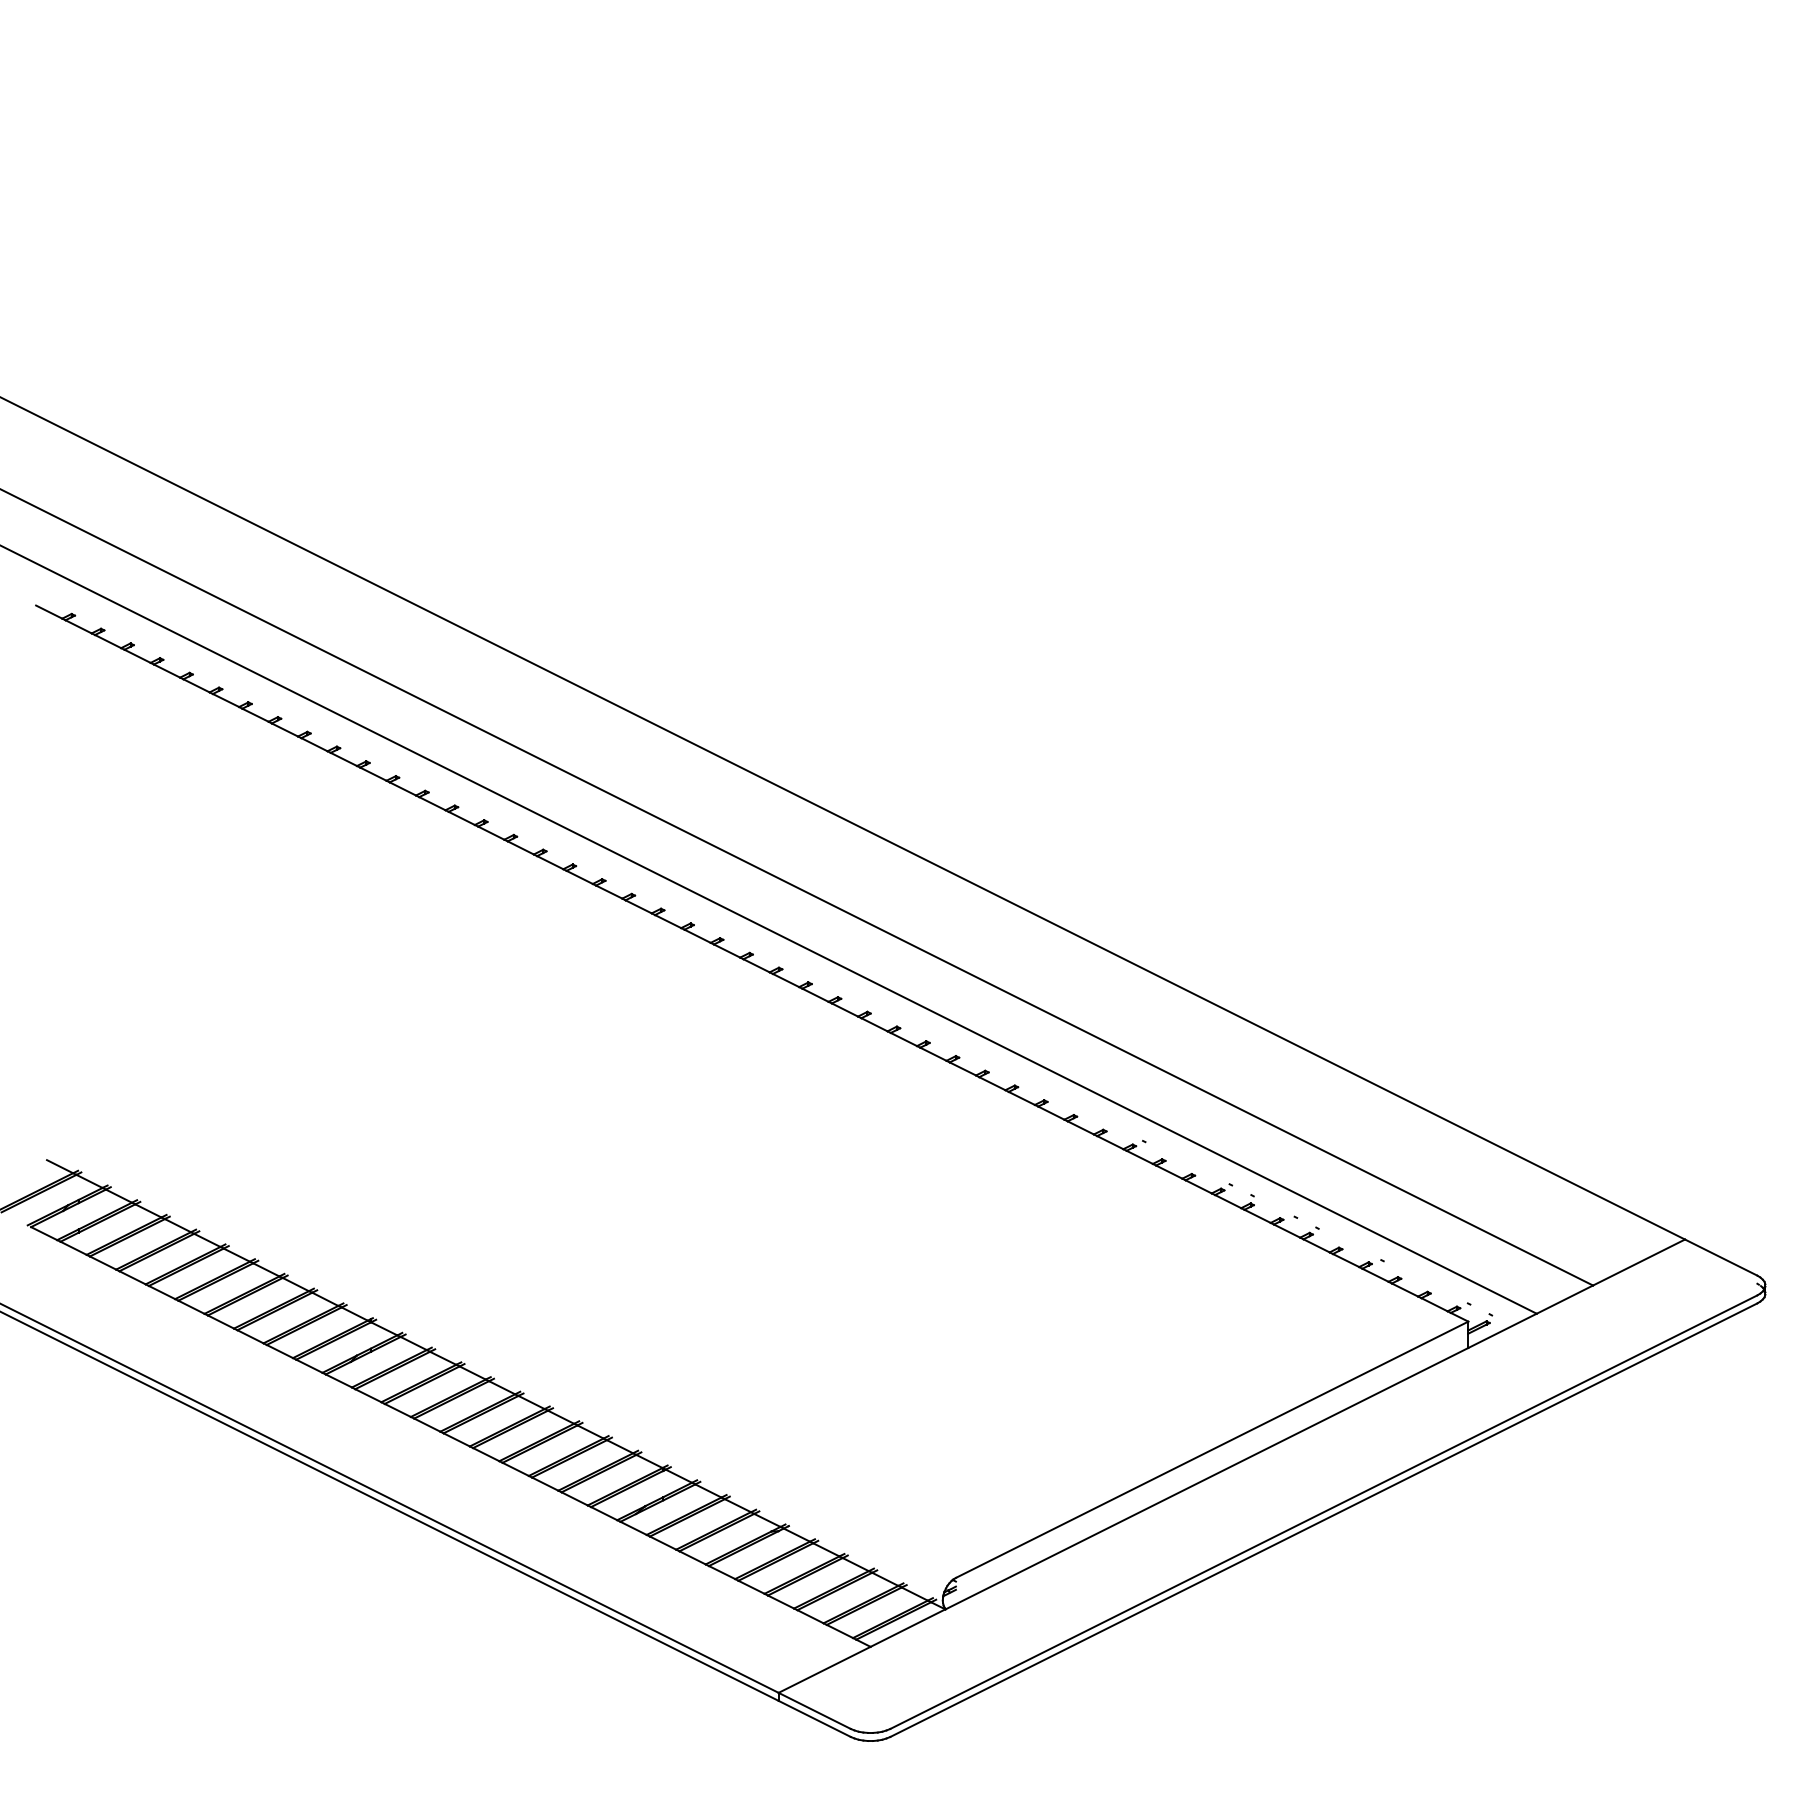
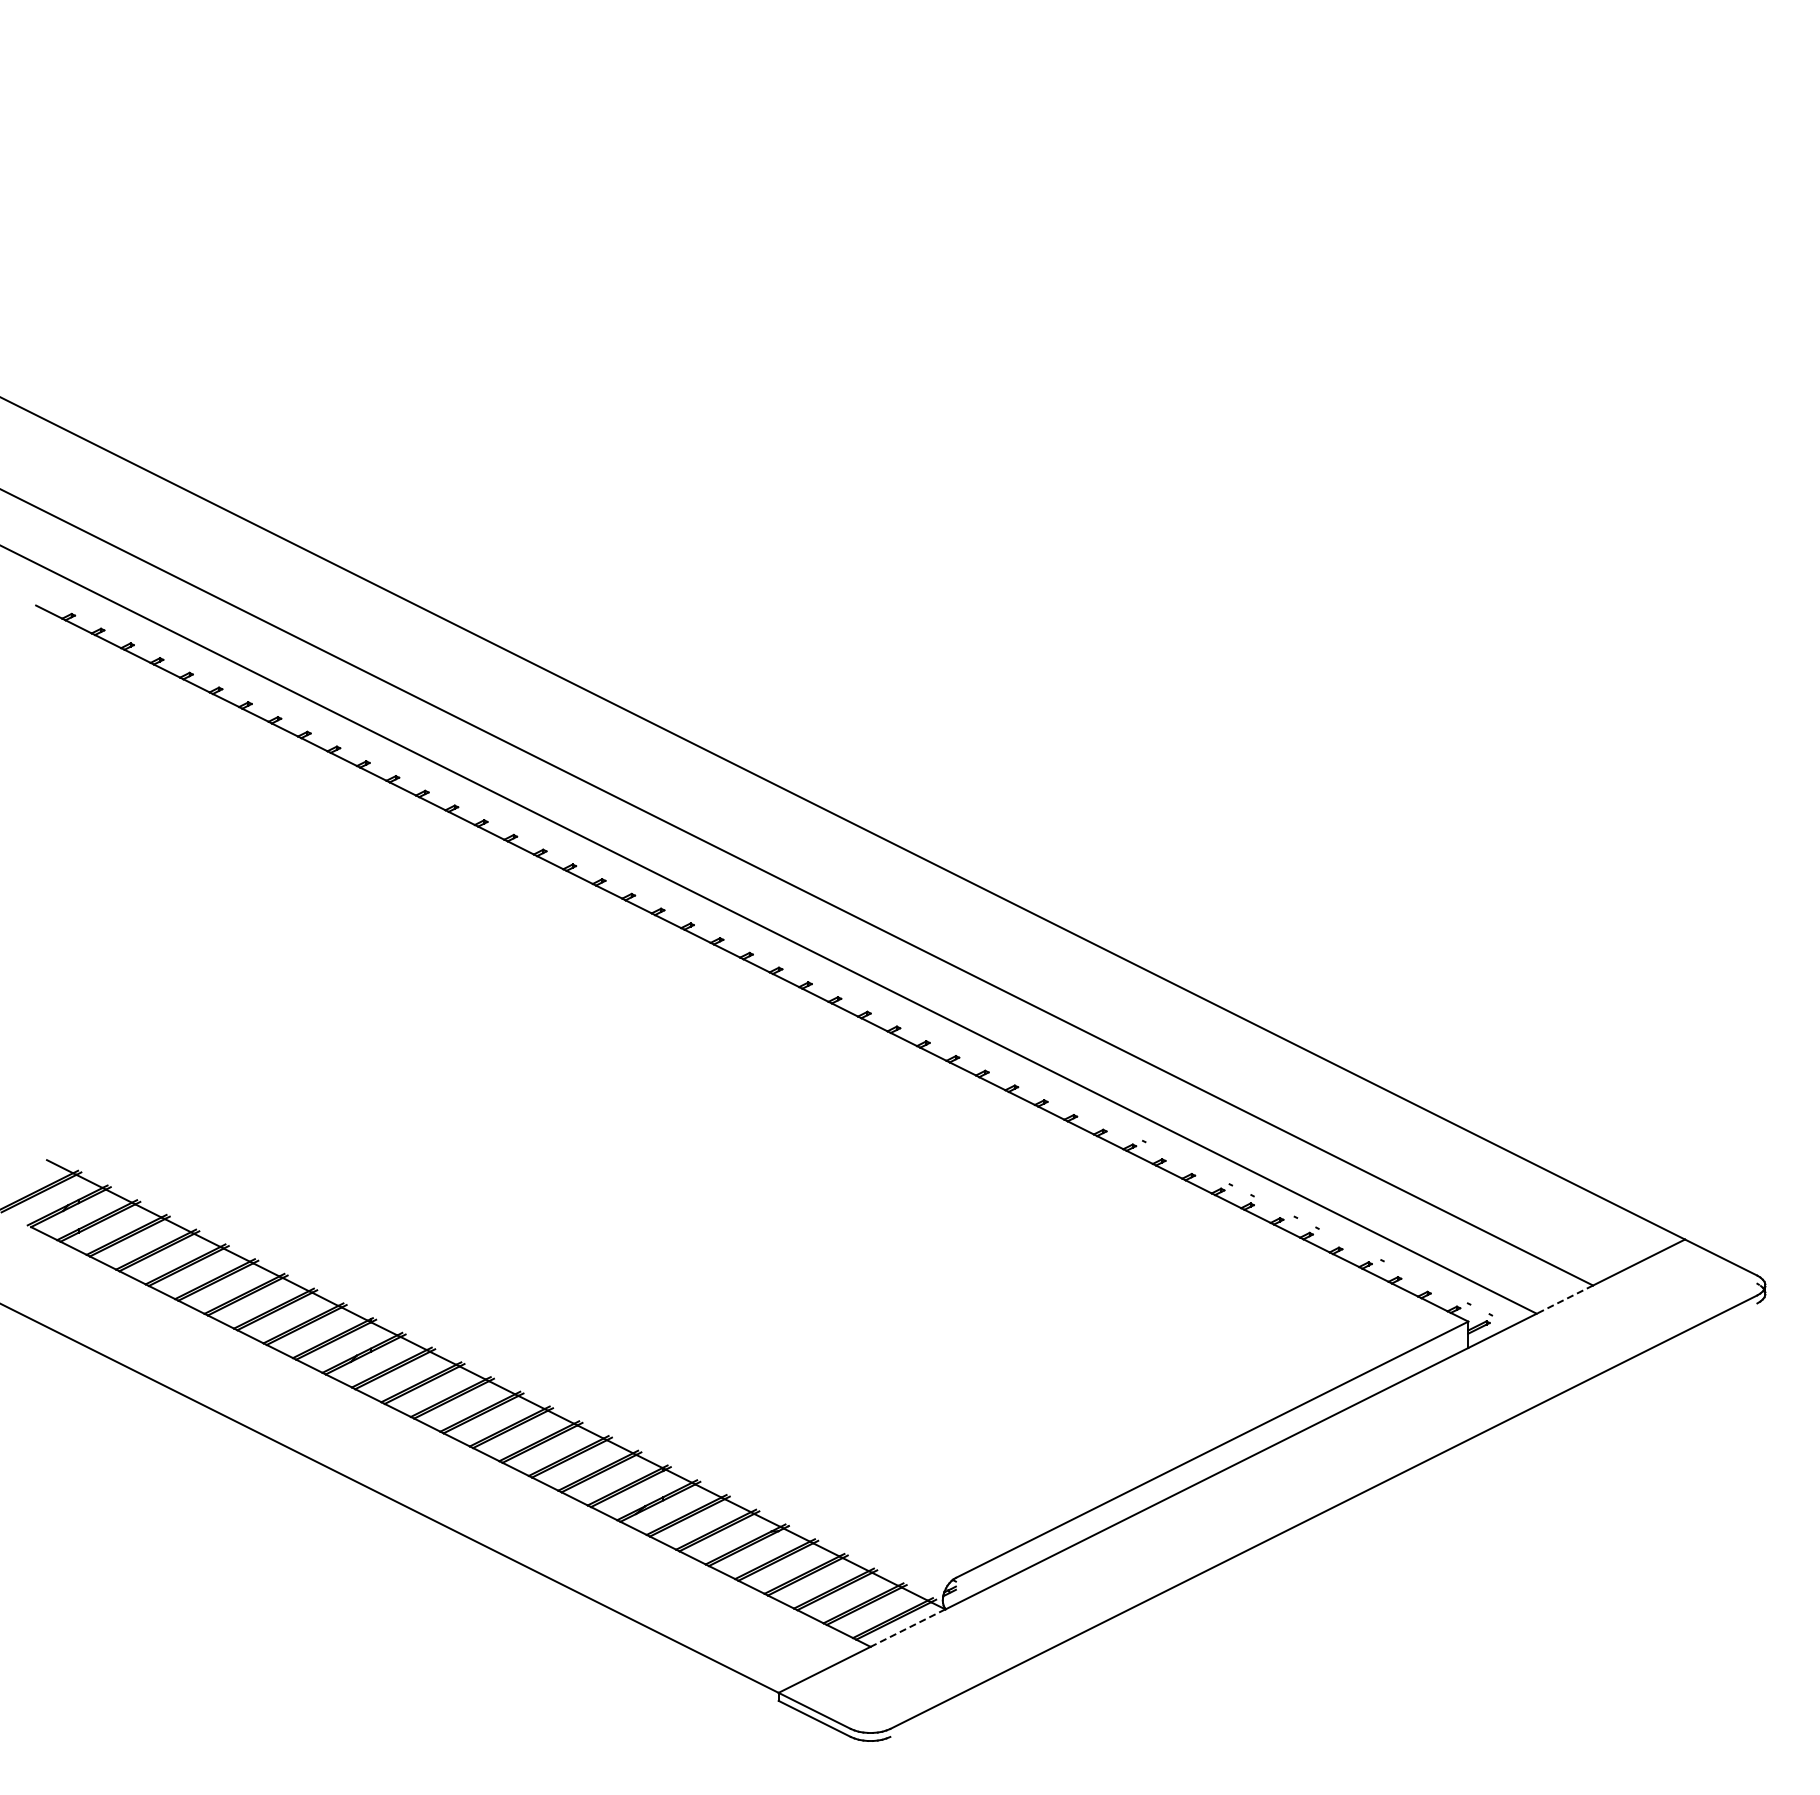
line at (1564, 1299): solid -> dashed
line at (390, 1506): present -> none
line at (1323, 1519): present -> none
line at (908, 1628): solid -> dashed
